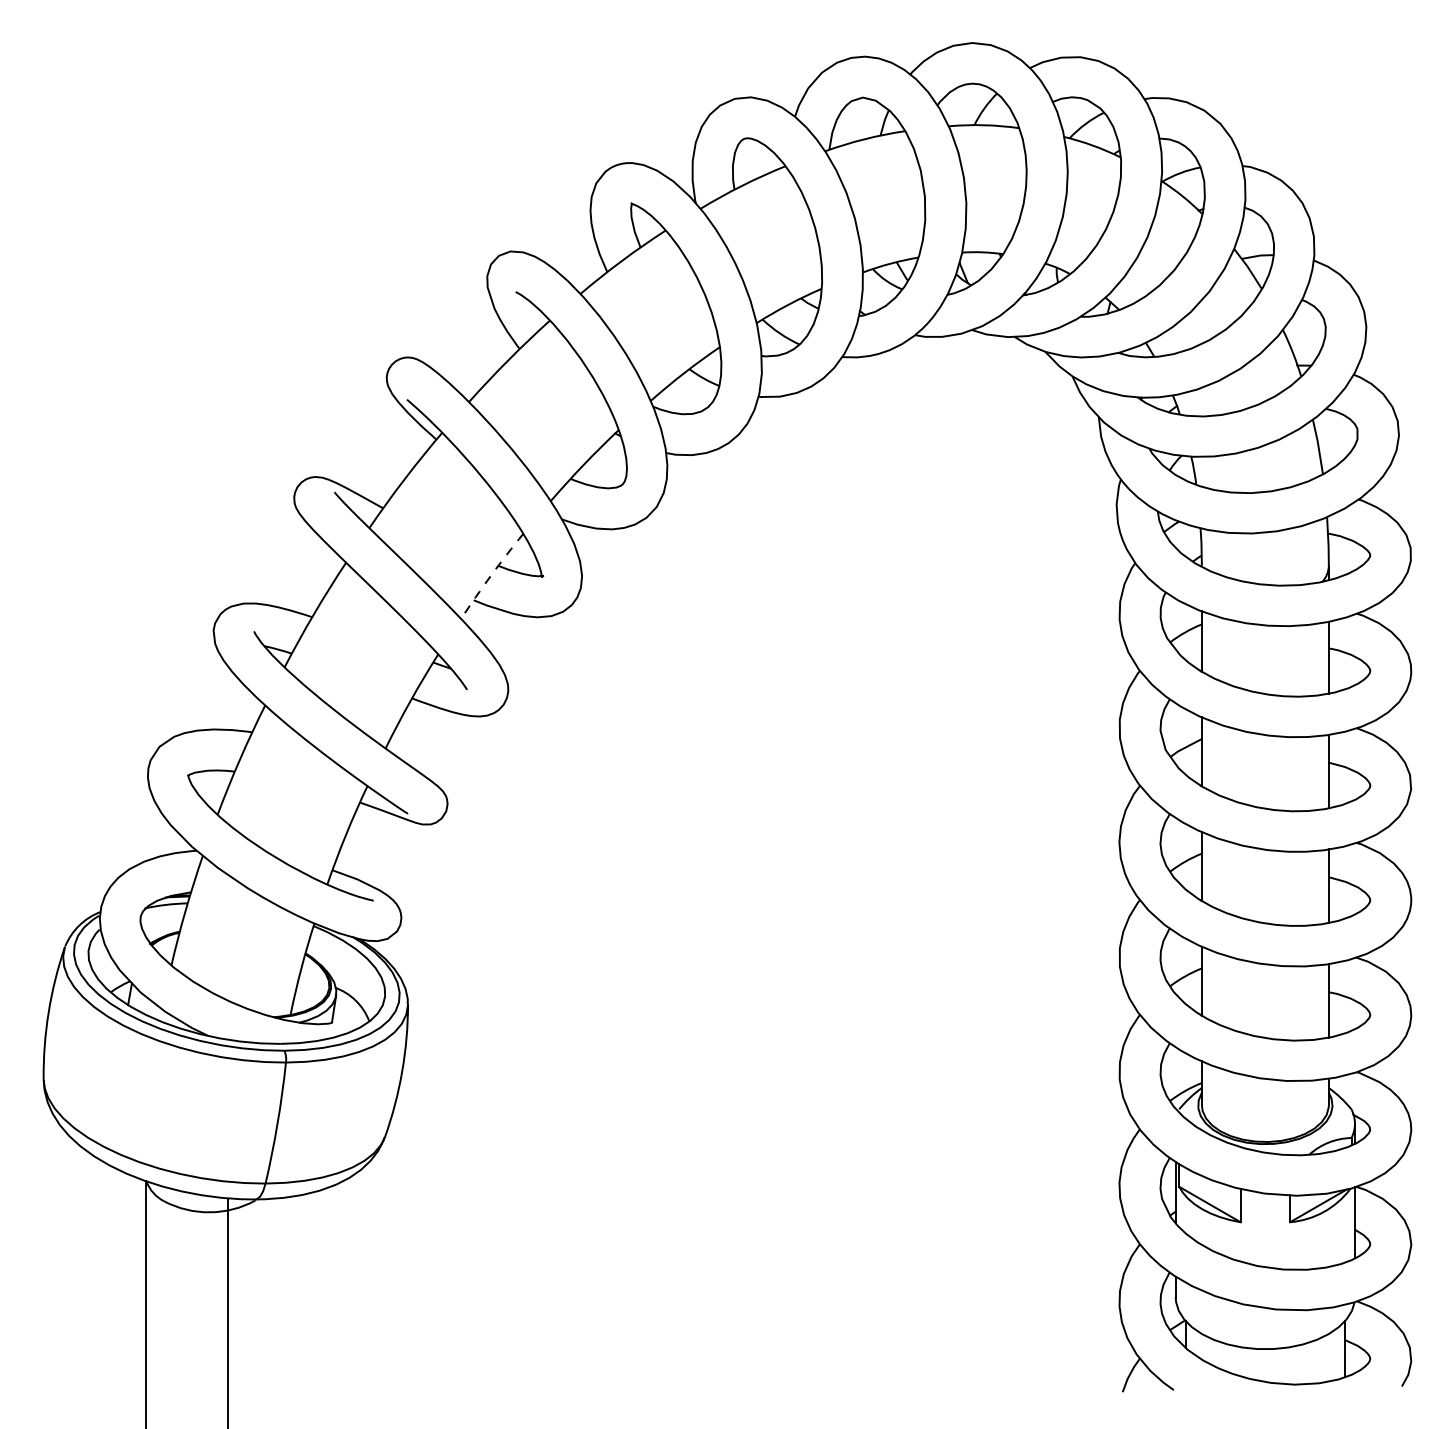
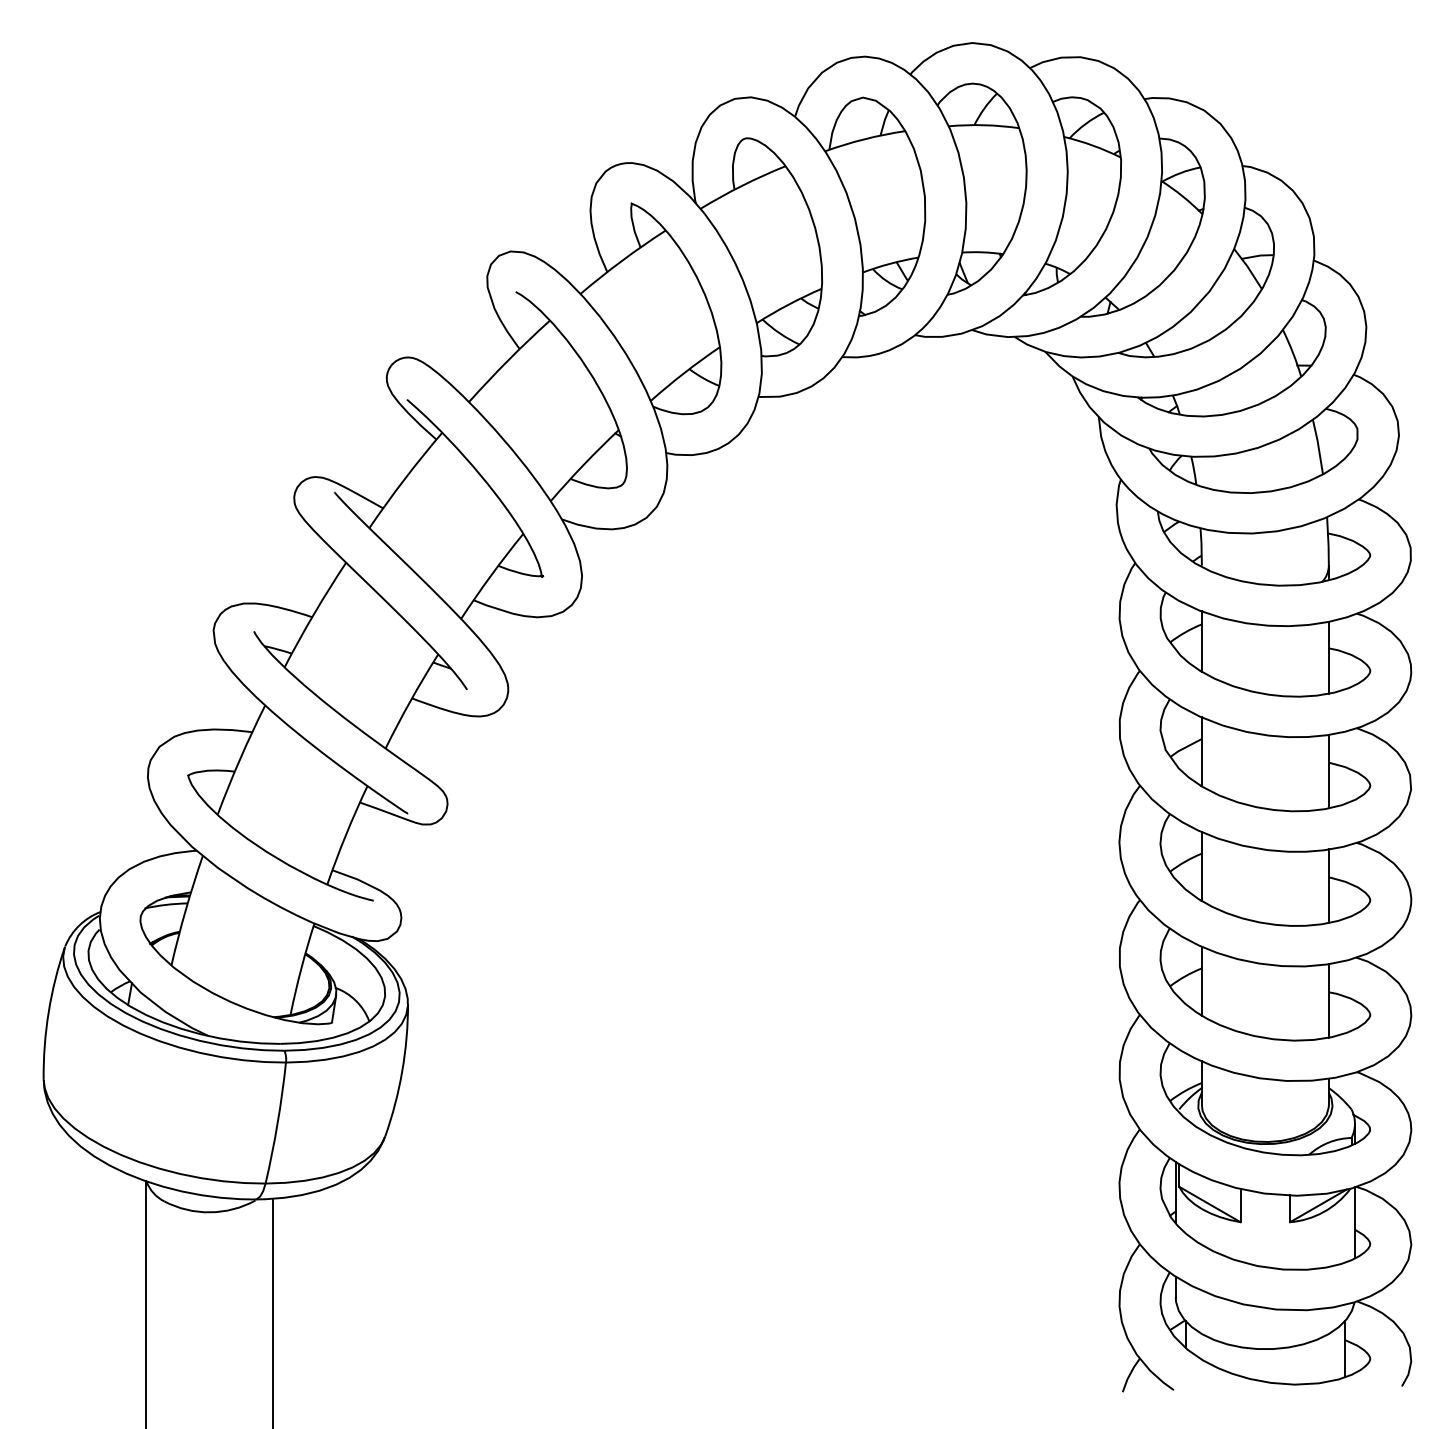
arc at (491, 575): dashed -> solid
line at (227, 1311) position: (227, 1311) -> (272, 1311)
